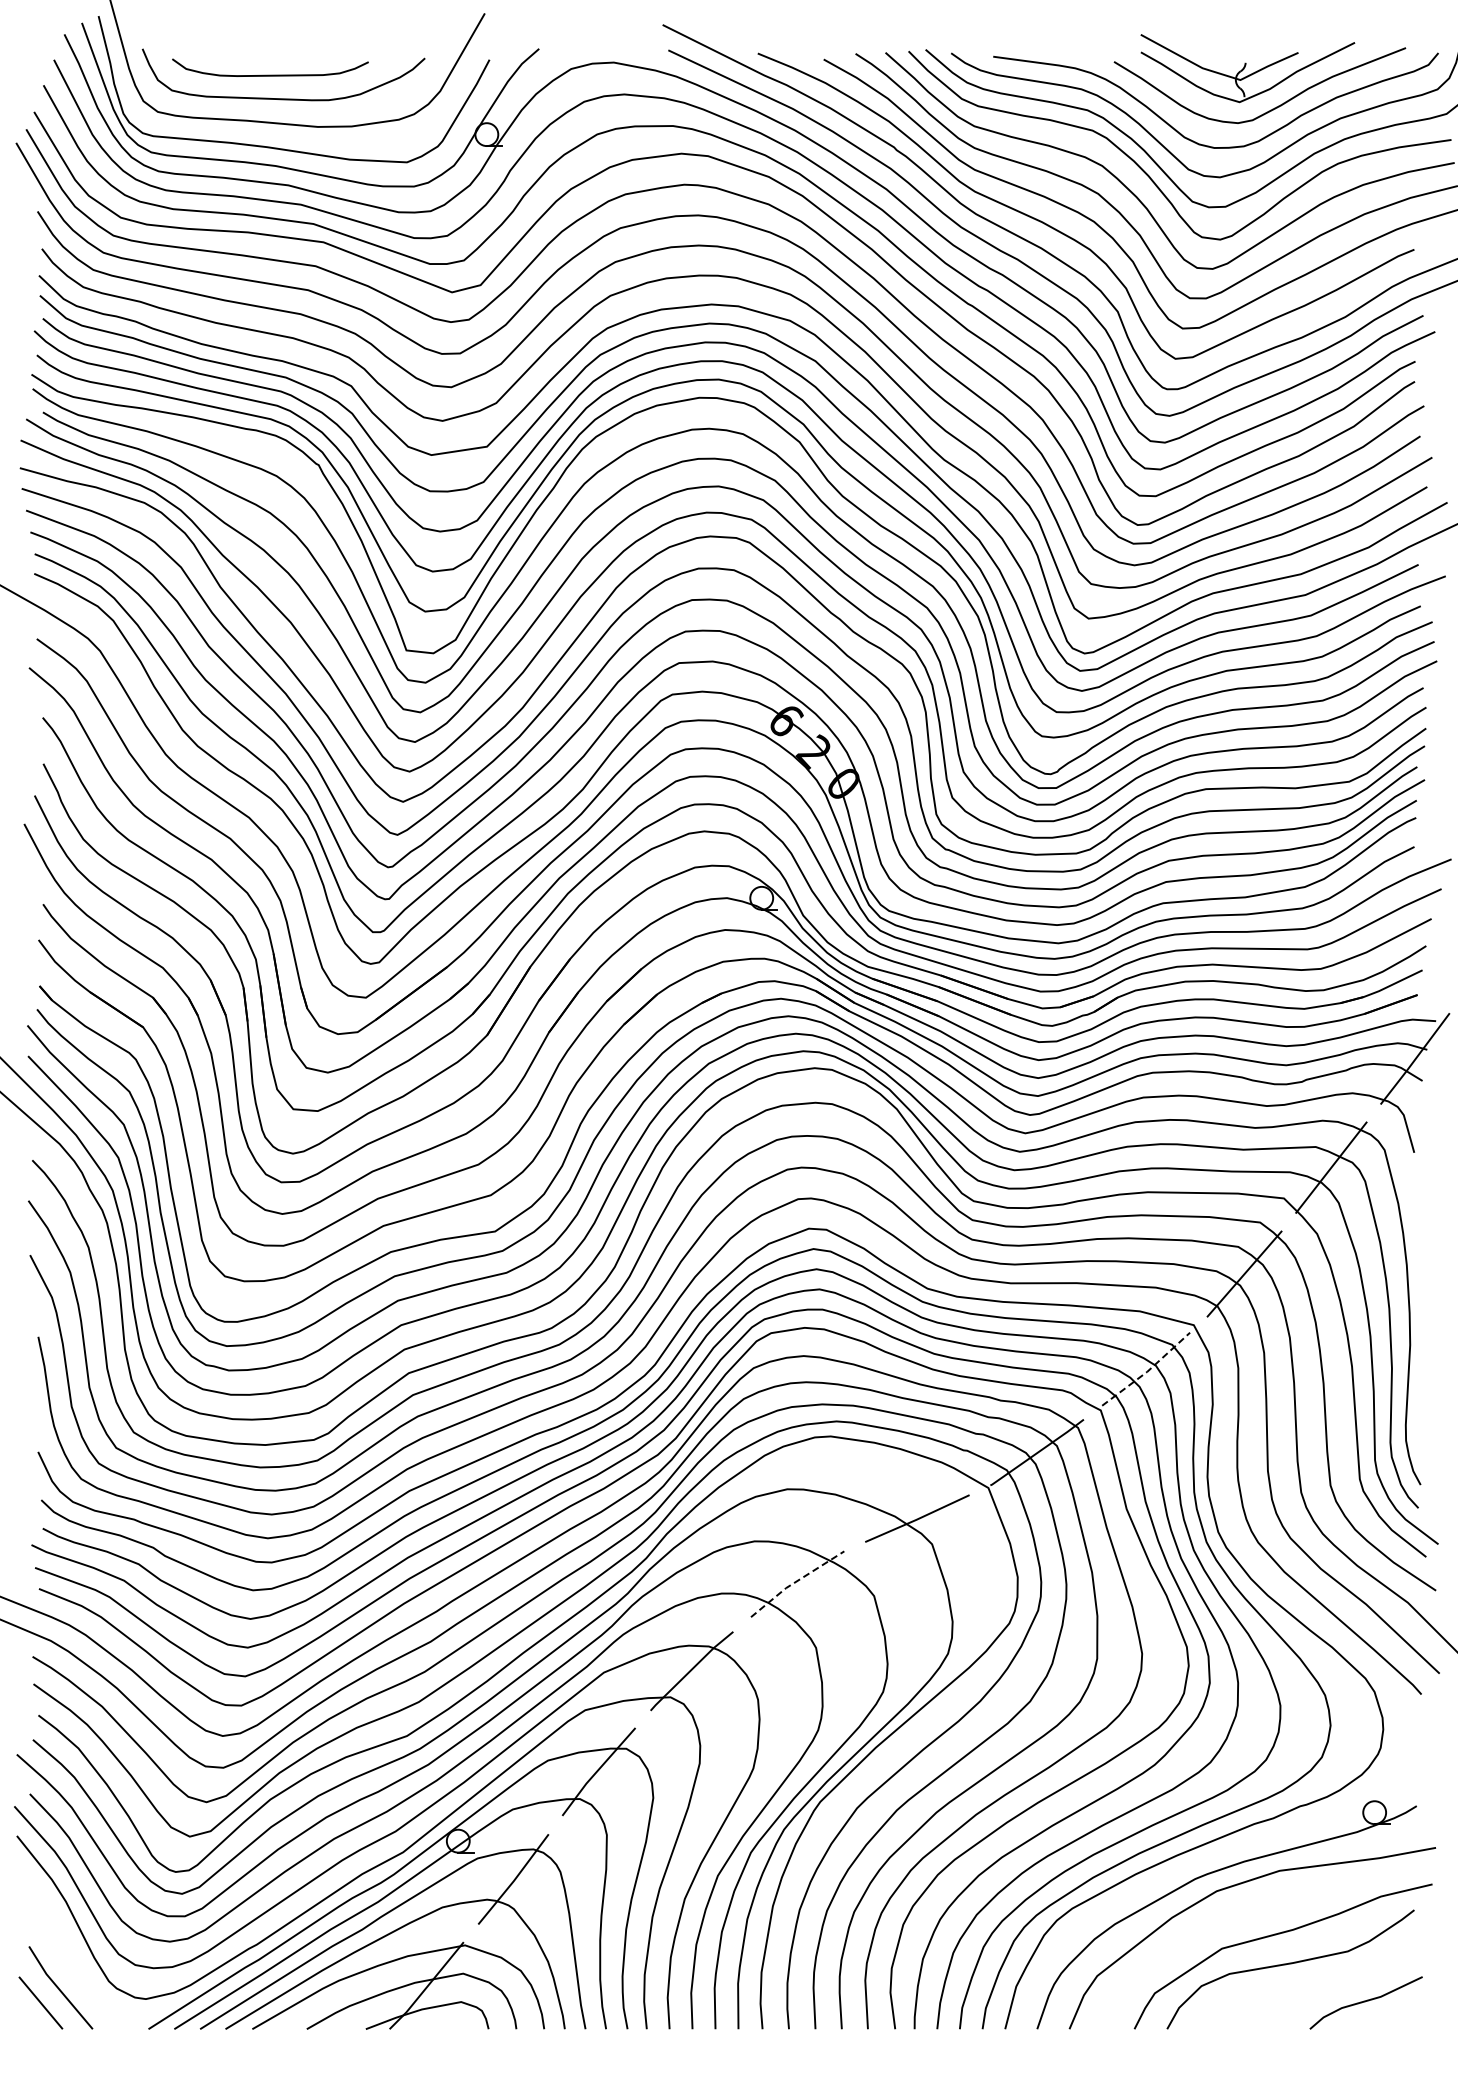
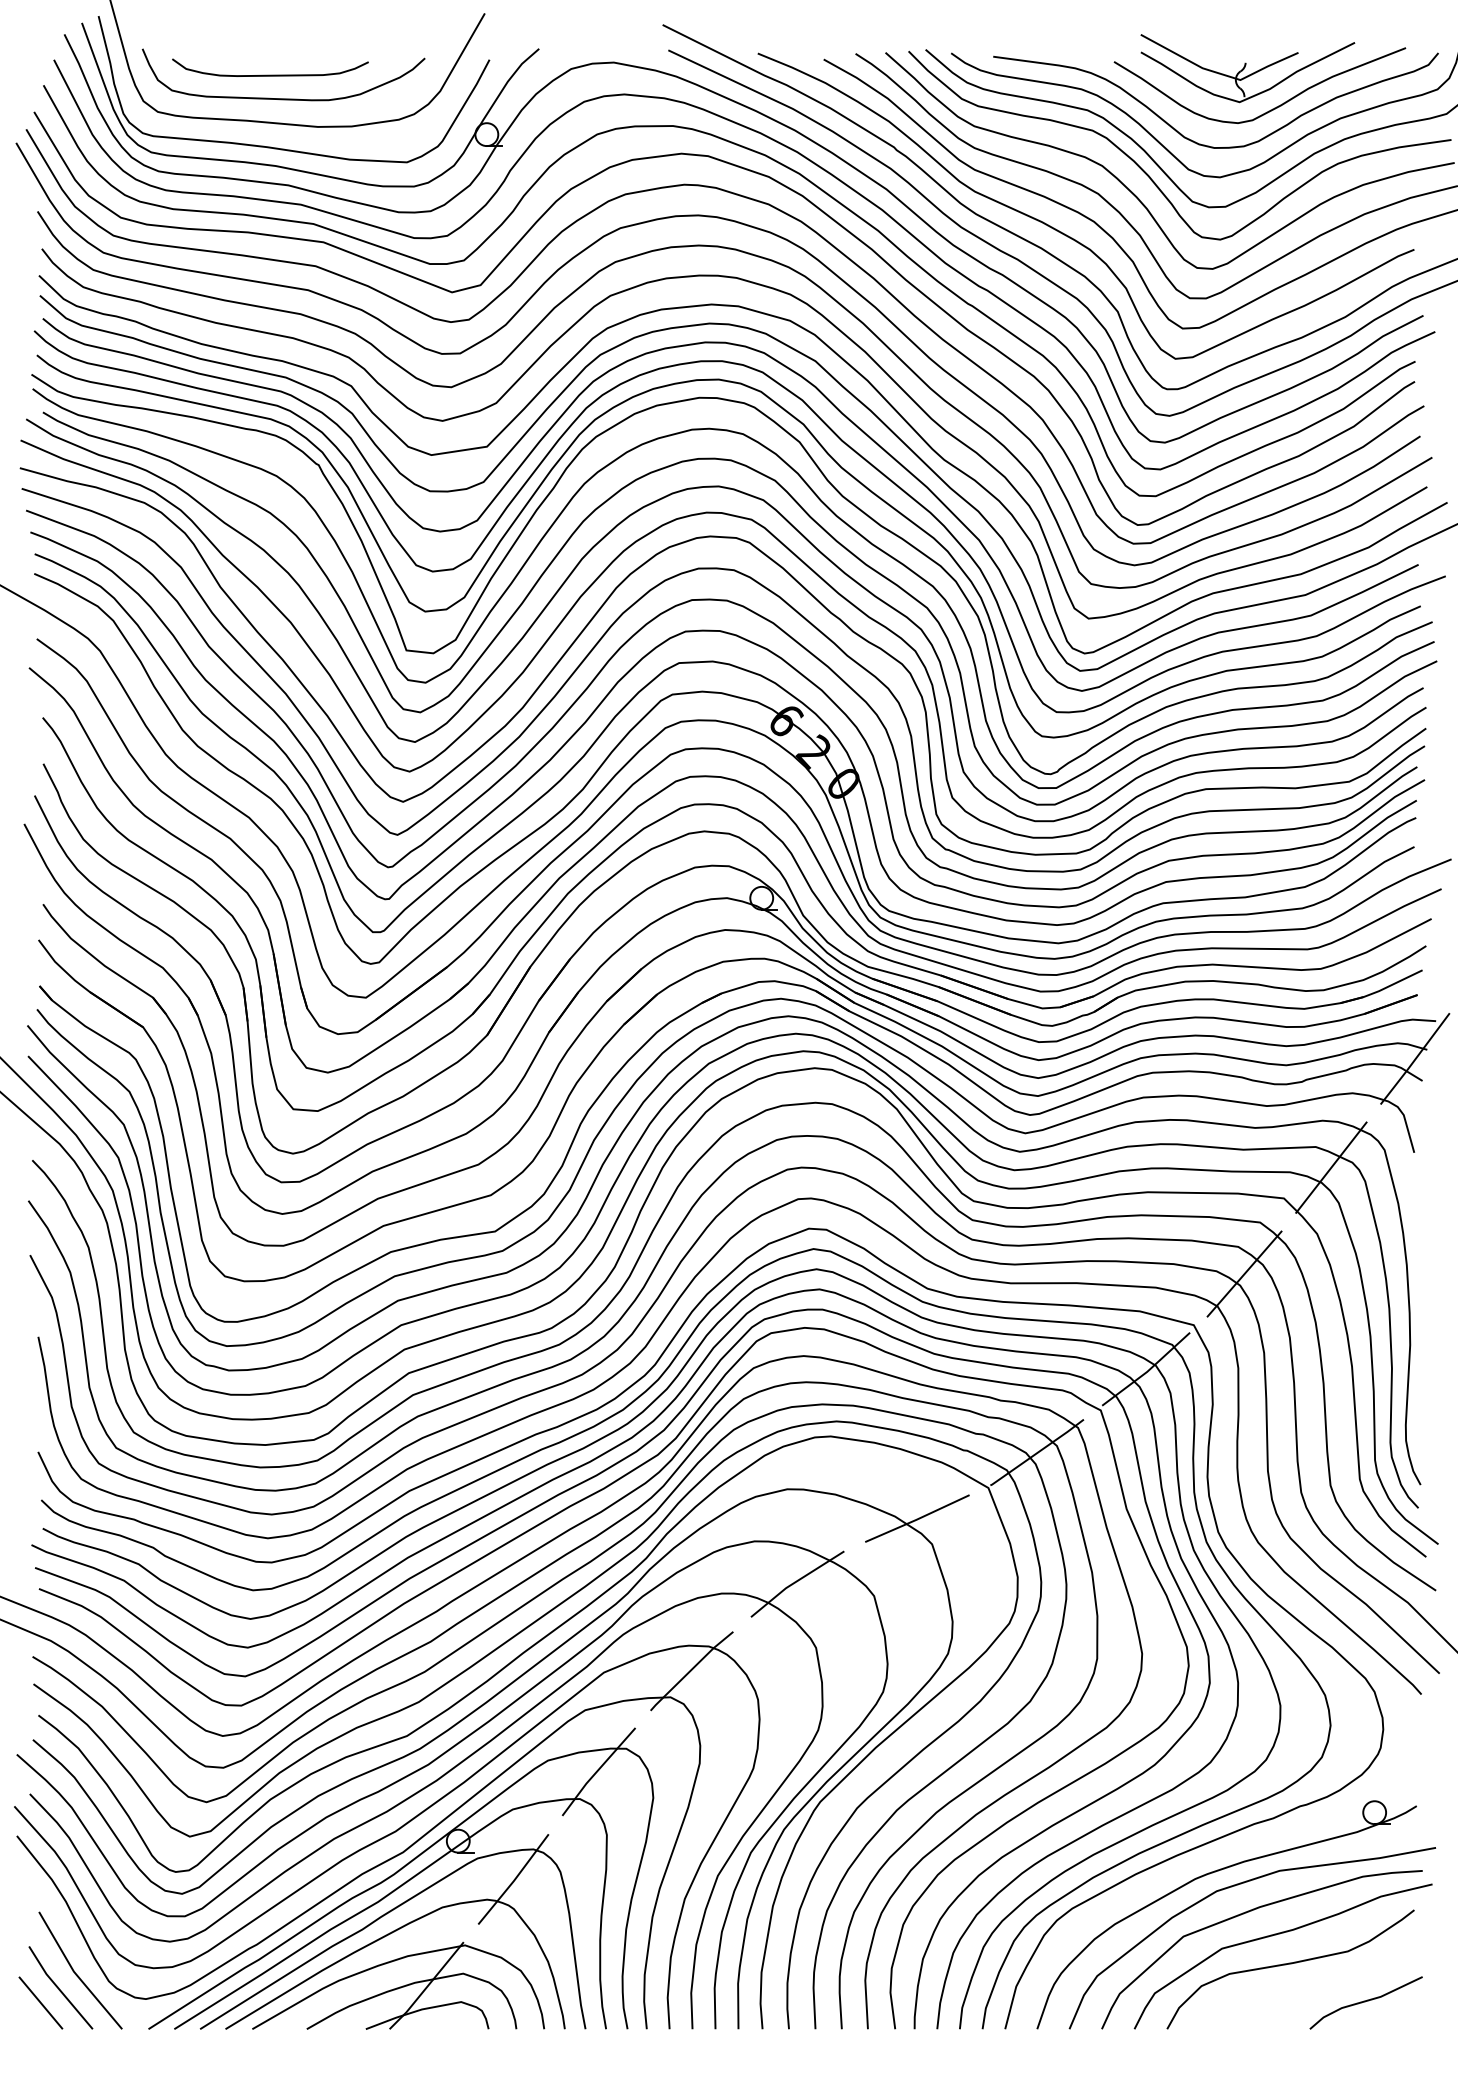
line at (1147, 1371): dashed -> solid
line at (795, 1582): dashed -> solid
curve at (1249, 1912): none -> present
line at (76, 1973): none -> present
